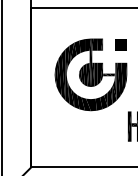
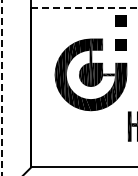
line at (84, 7): solid -> dashed
part at (120, 20): none -> present
line at (1, 88): solid -> dashed
